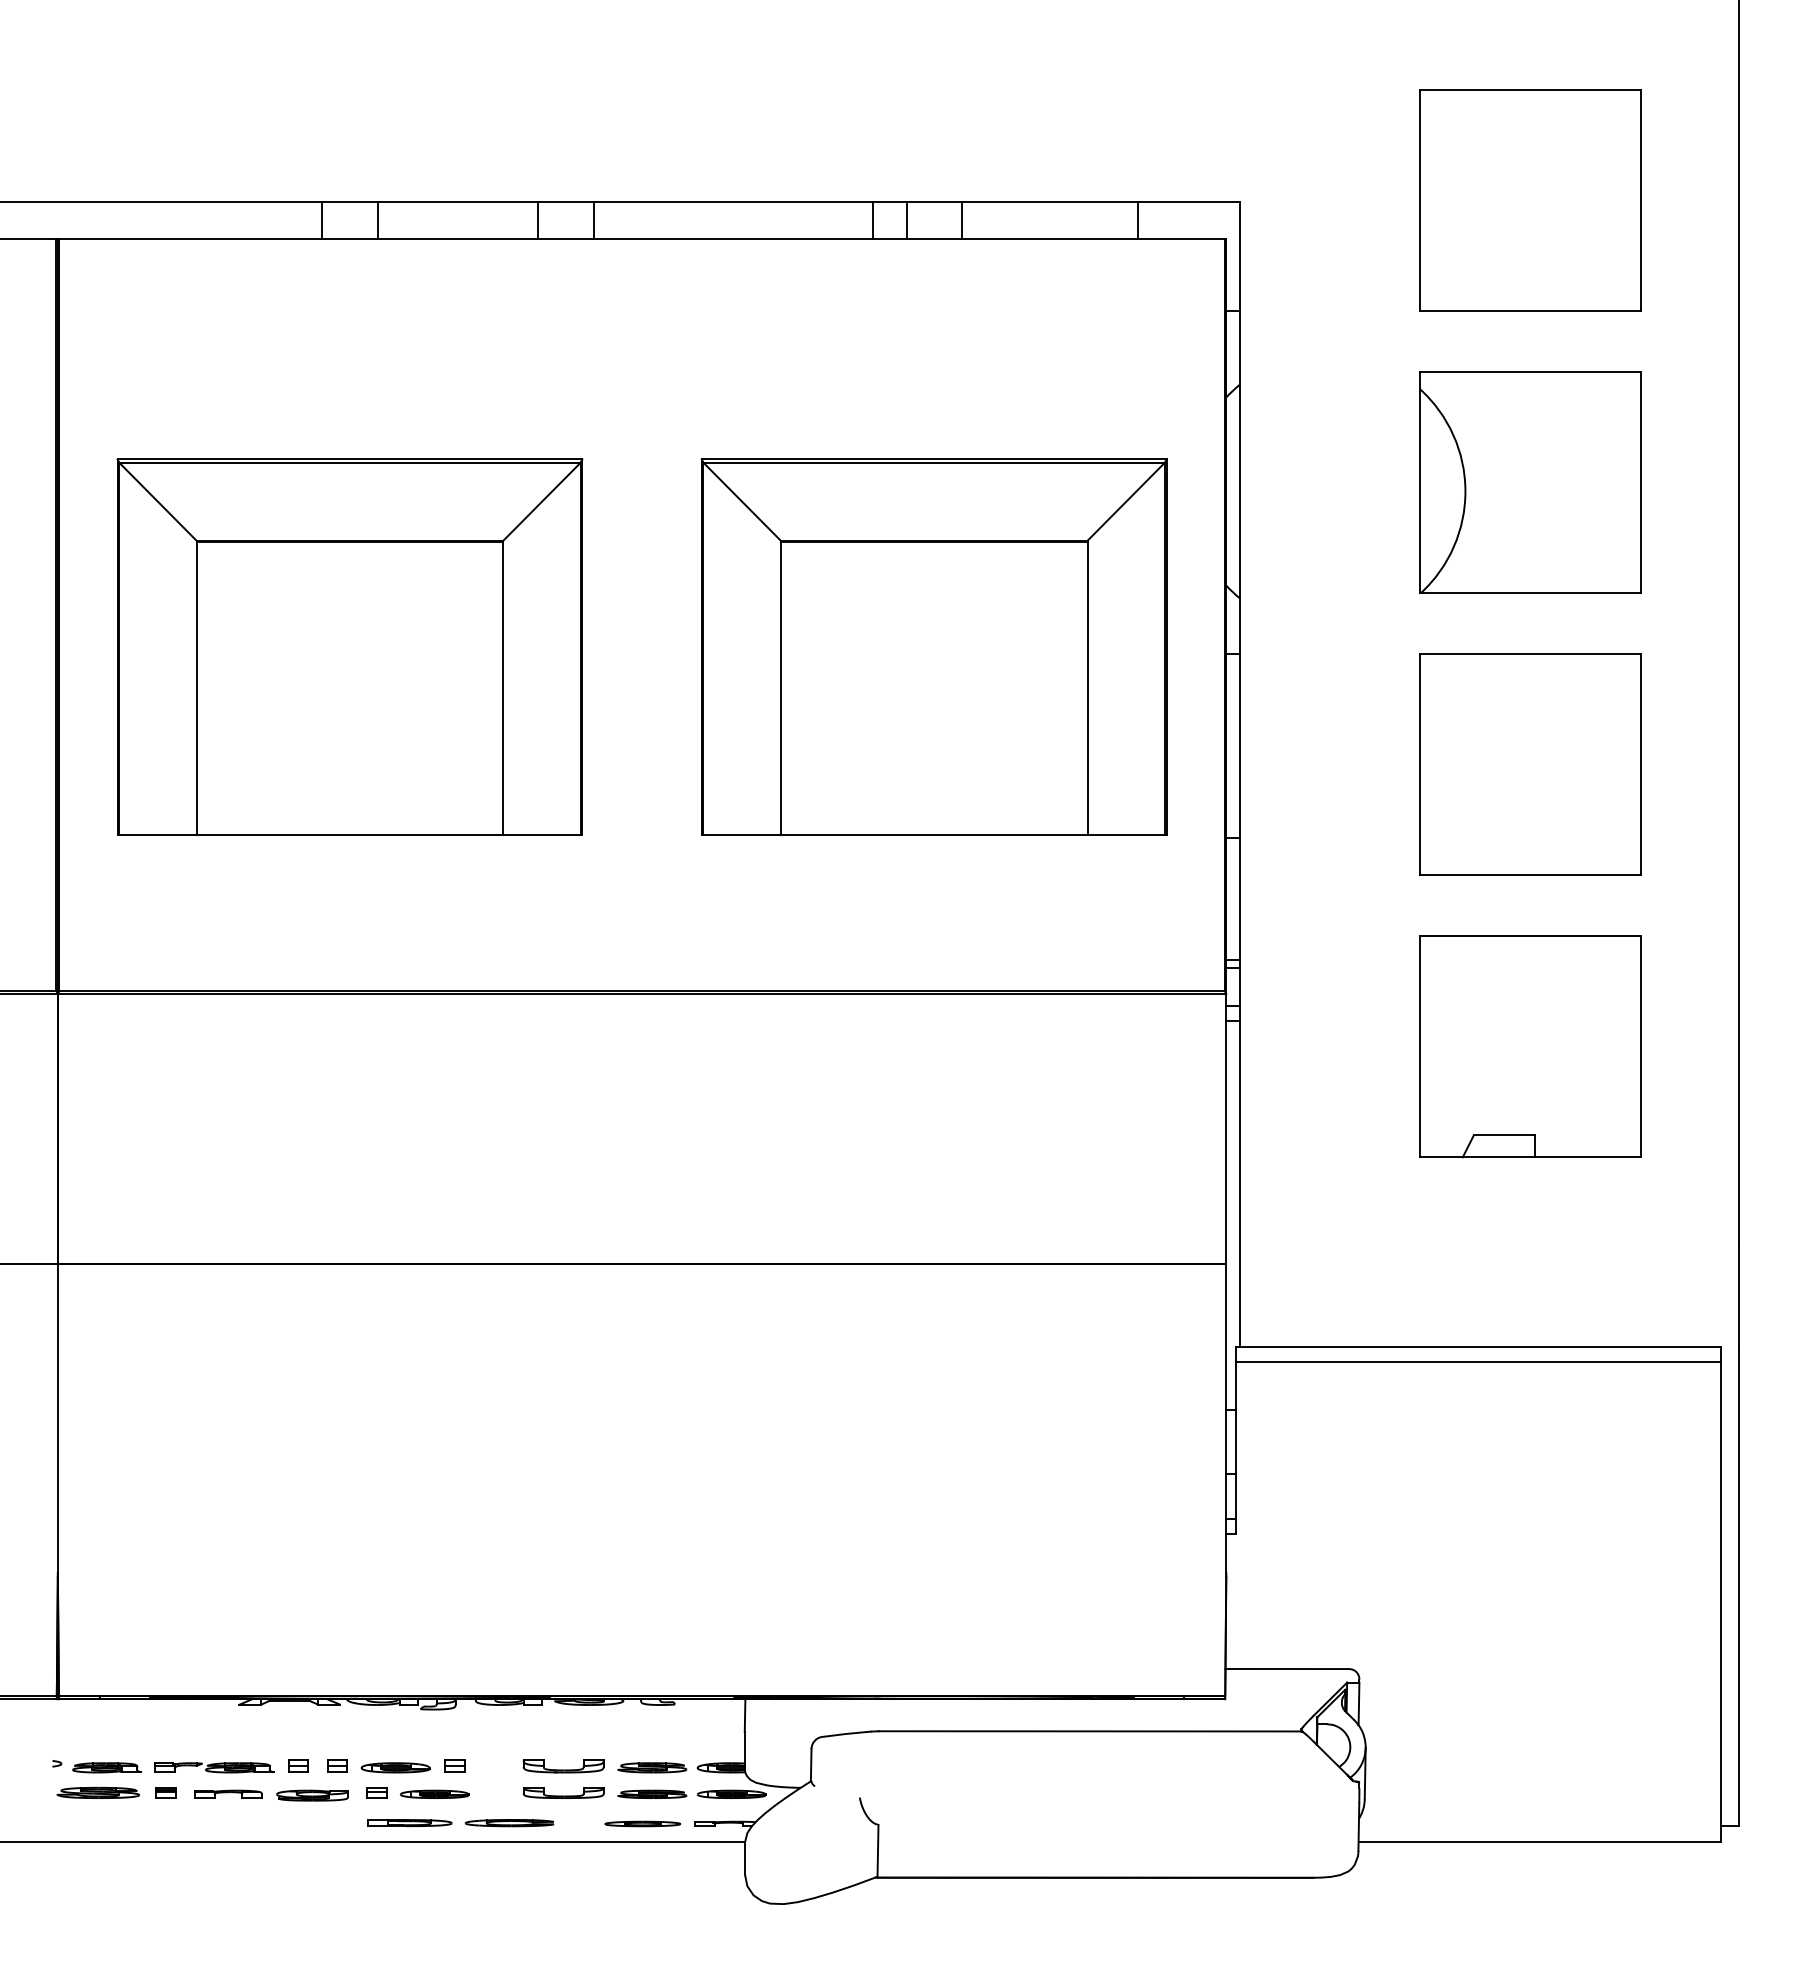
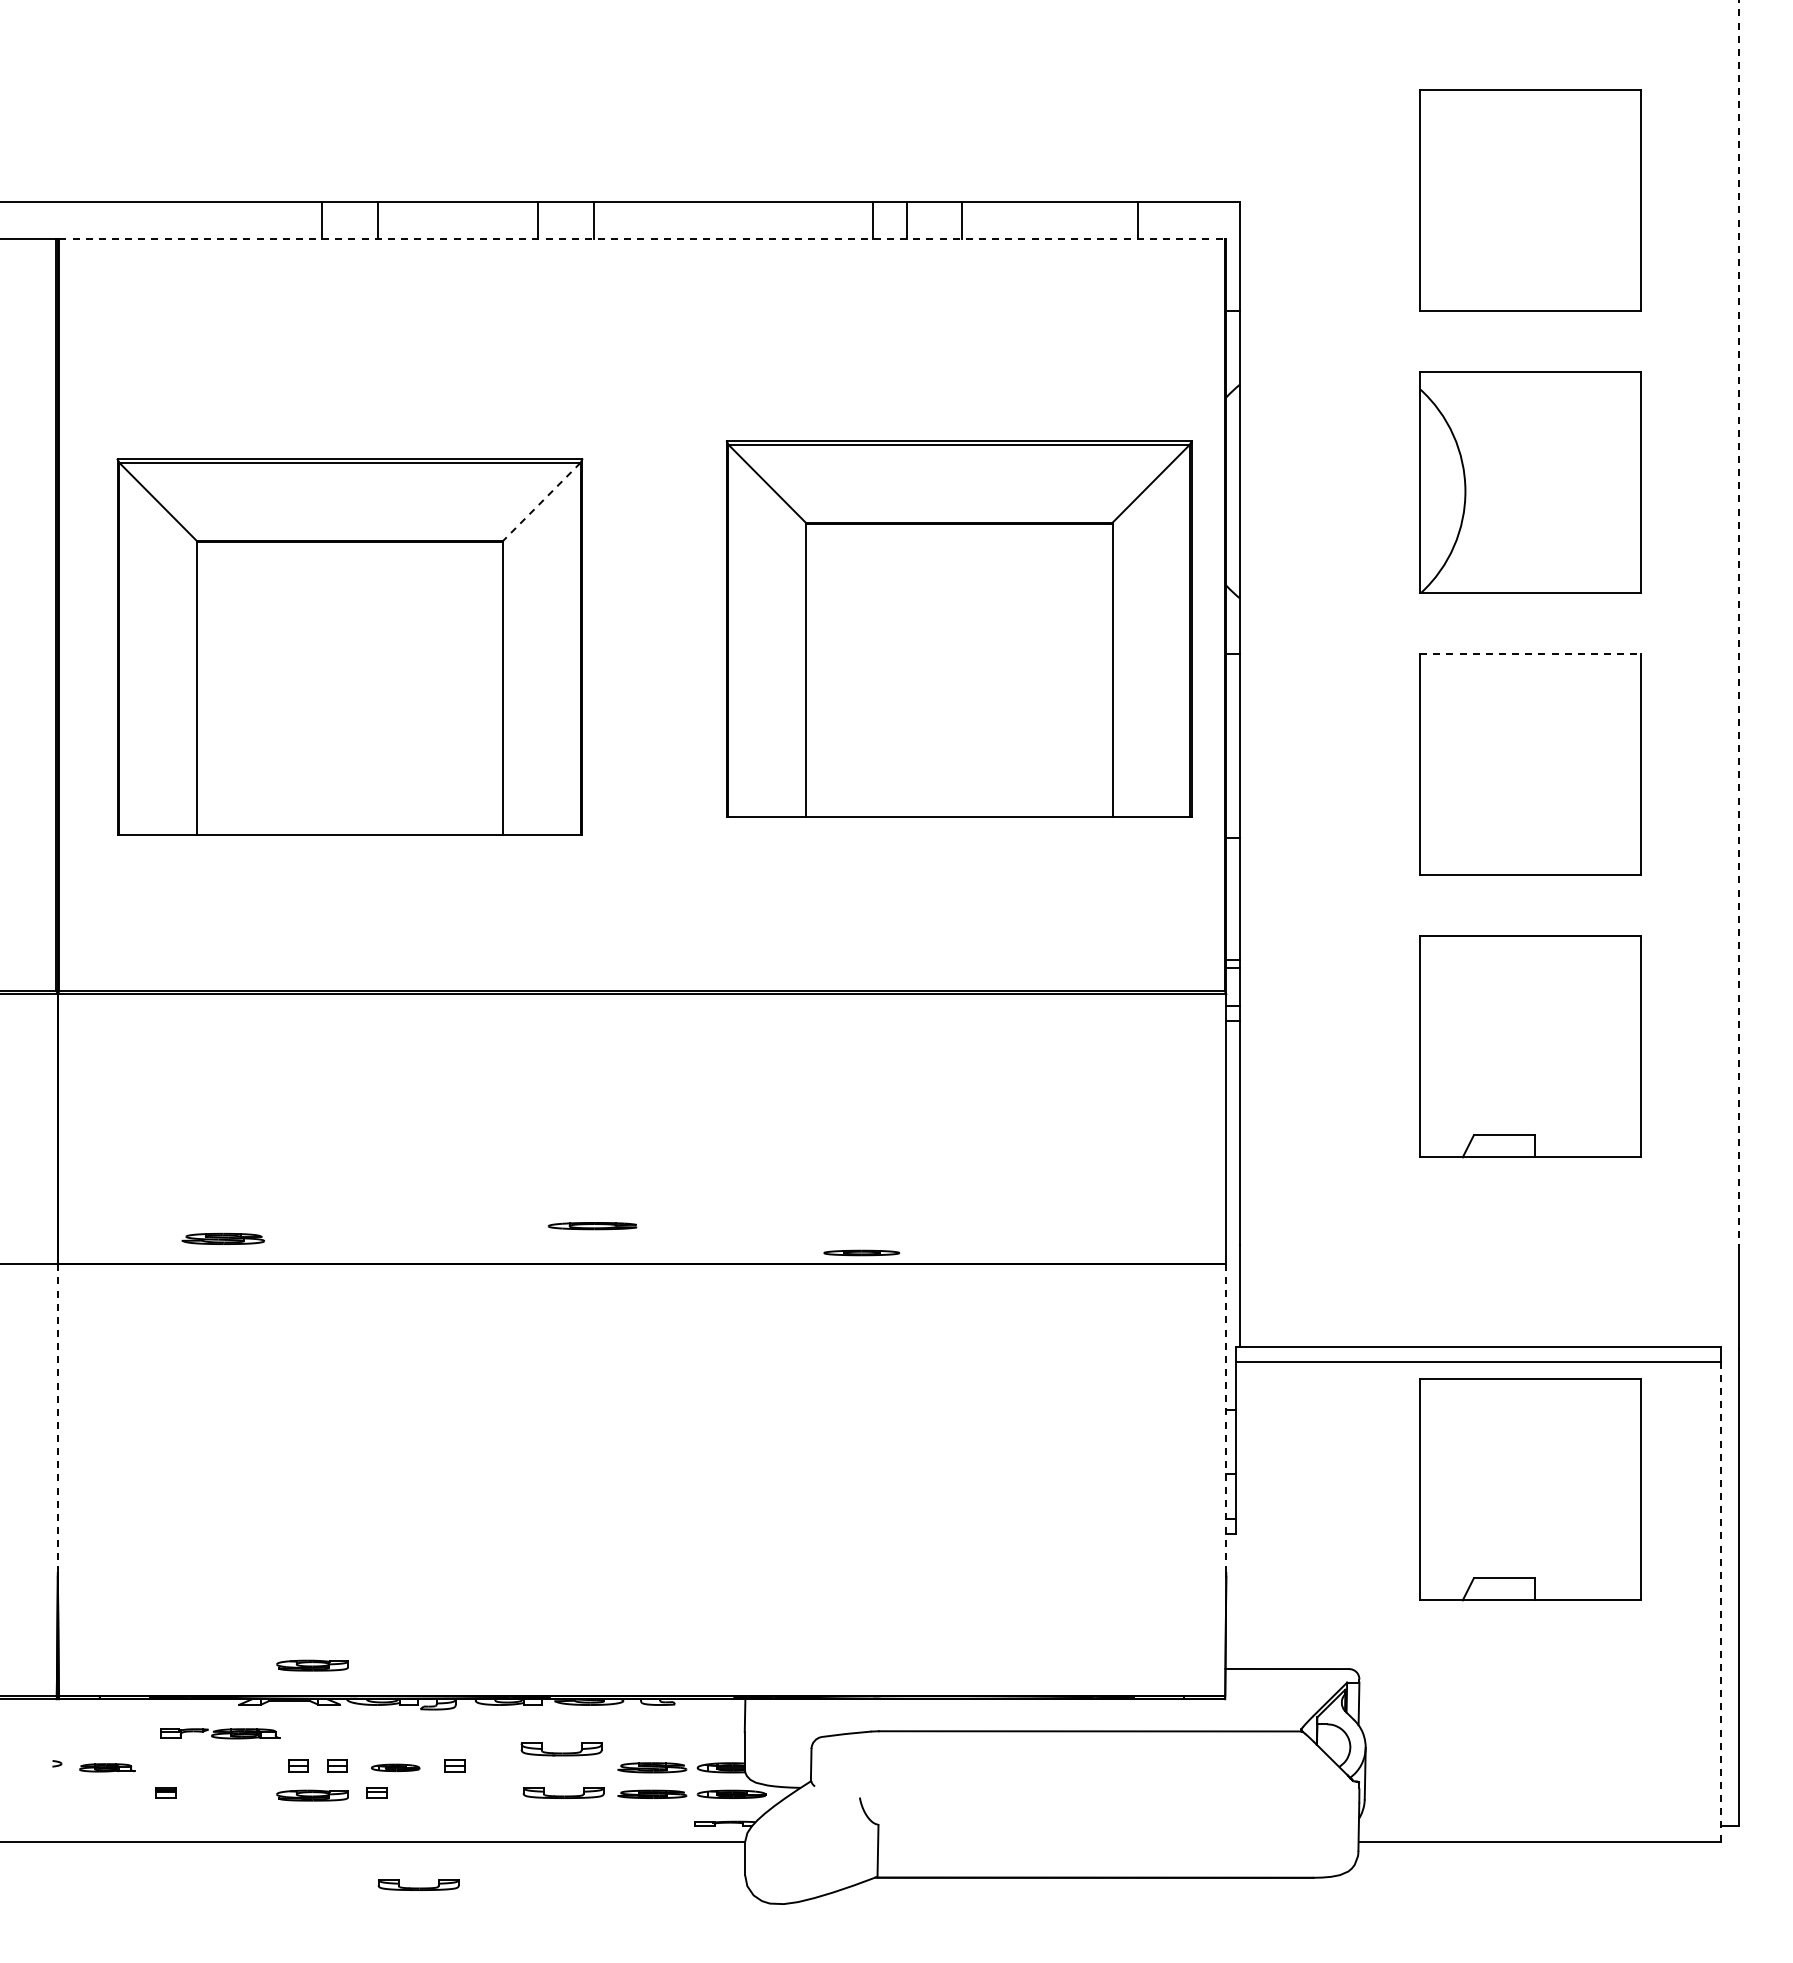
line at (642, 239): solid -> dashed
line at (542, 501): solid -> dashed
line at (1739, 623): solid -> dashed
part at (933, 646) position: (933, 646) -> (958, 628)
line at (1531, 654): solid -> dashed
line at (1226, 1418): solid -> dashed
line at (57, 1419): solid -> dashed
part at (1530, 1489): none -> present
line at (1720, 1601): solid -> dashed
part at (312, 1665): none -> present
part at (563, 1766) position: (563, 1766) -> (561, 1749)
part at (106, 1767) size: 70x12 px -> 57x10 px
part at (214, 1767) position: (214, 1767) -> (220, 1733)
part at (395, 1767) size: 71x12 px -> 50x9 px
part at (97, 1792) position: (97, 1792) -> (222, 1238)
part at (228, 1793): present -> none
part at (434, 1793): present -> none
part at (409, 1823): present -> none
part at (509, 1823) position: (509, 1823) -> (592, 1226)
part at (642, 1823) position: (642, 1823) -> (861, 1252)
part at (418, 1884): none -> present
